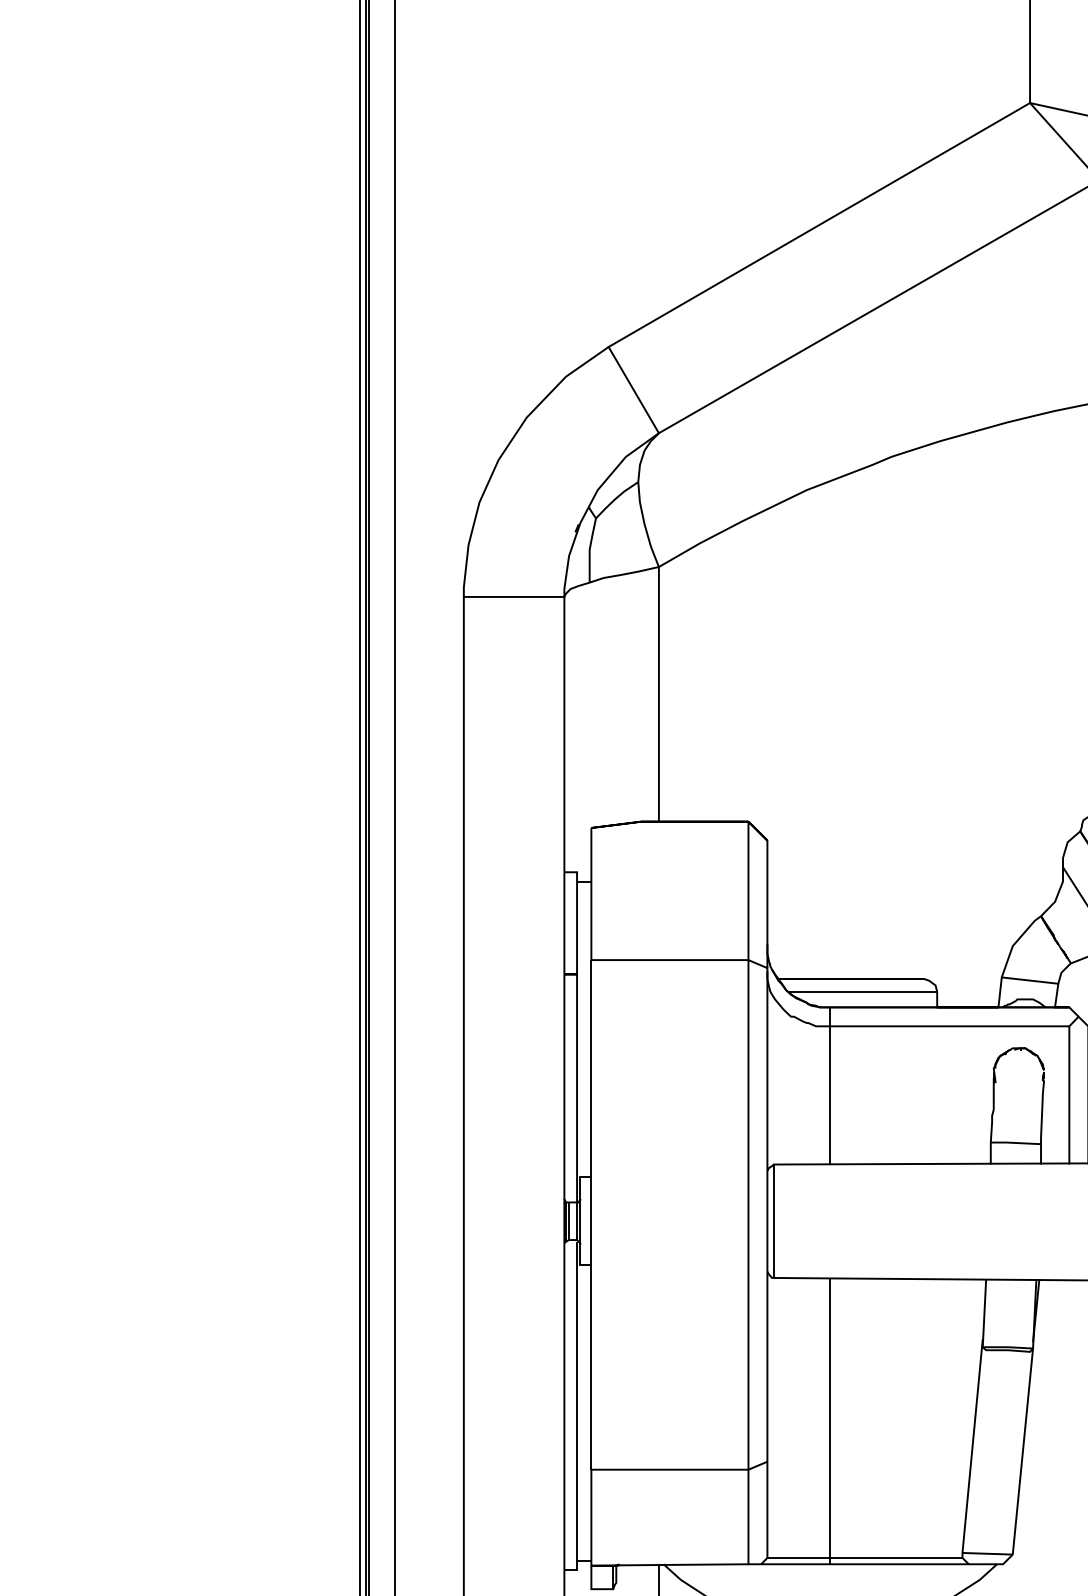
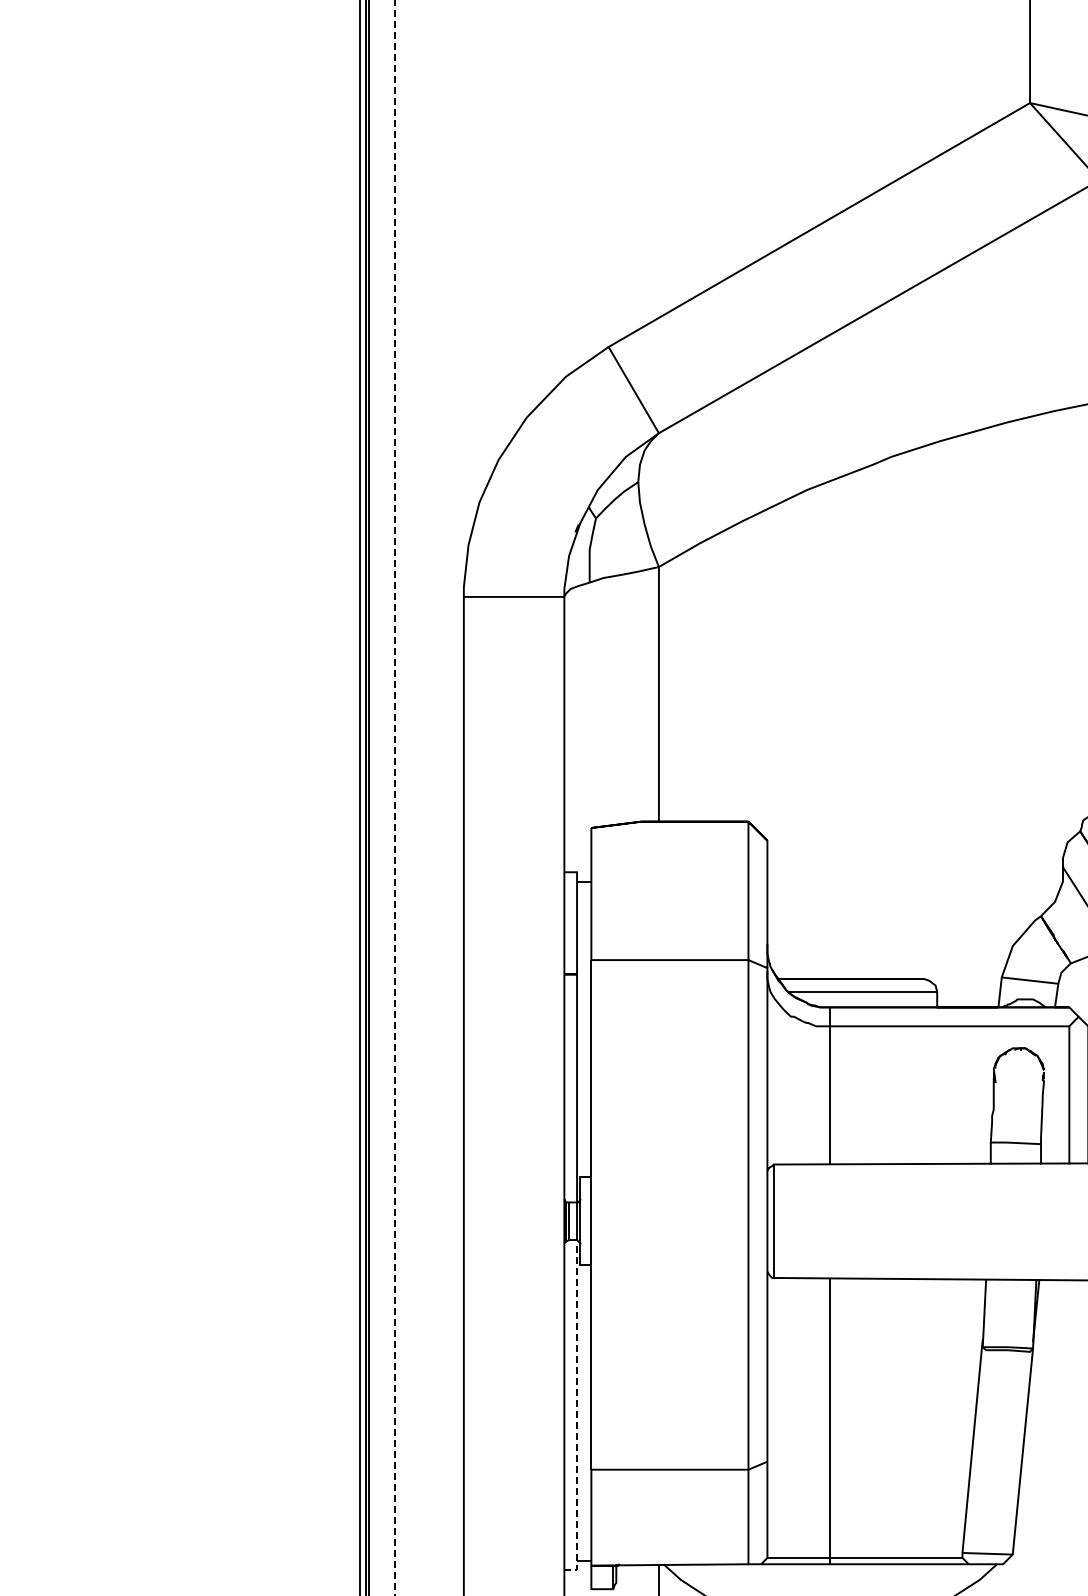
line at (394, 797): solid -> dashed
line at (577, 1412): solid -> dashed
